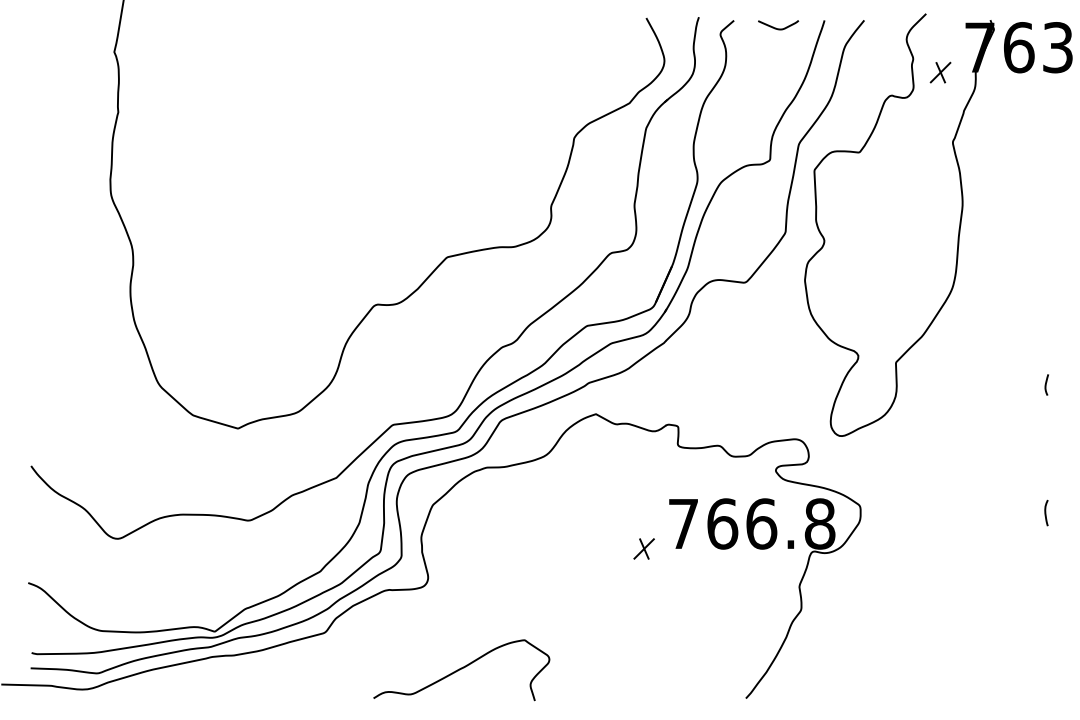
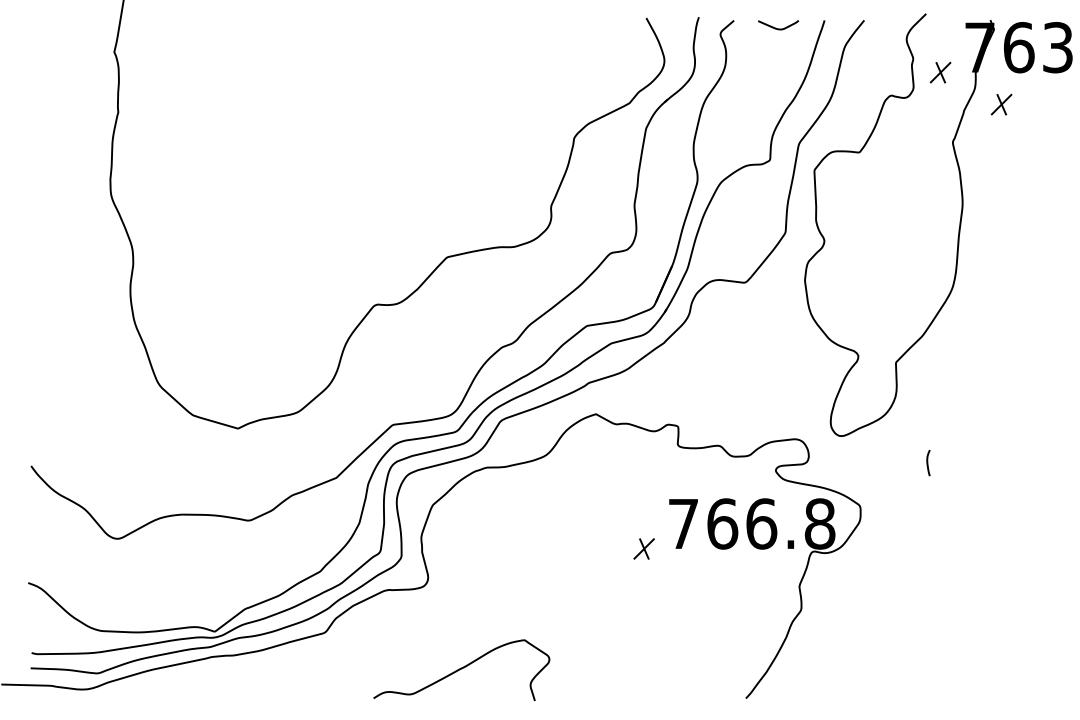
part at (1001, 104): none -> present
curve at (1046, 384): present -> none
curve at (1046, 512) position: (1046, 512) -> (928, 462)
